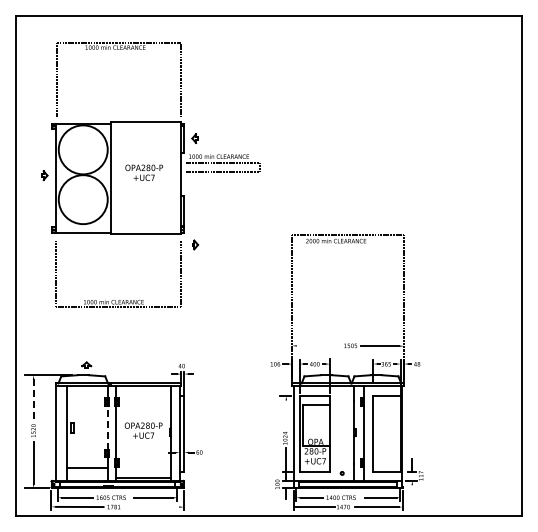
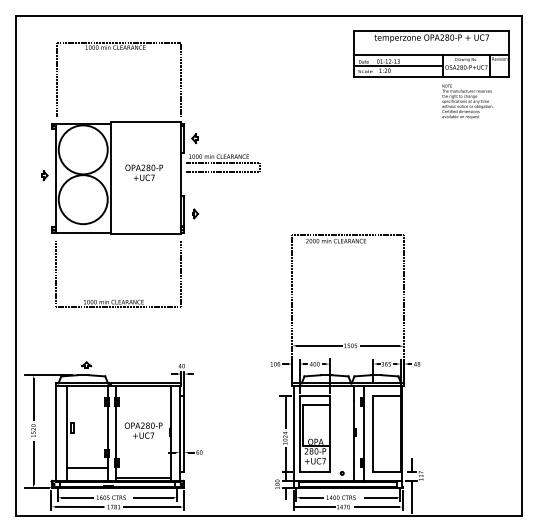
part at (431, 74): none -> present
part at (195, 244) position: (195, 244) -> (195, 213)
line at (318, 345): none -> present
line at (33, 399): dashed -> solid
line at (286, 412): none -> present
line at (107, 427): dashed -> solid
line at (412, 496): none -> present
line at (152, 507): none -> present
